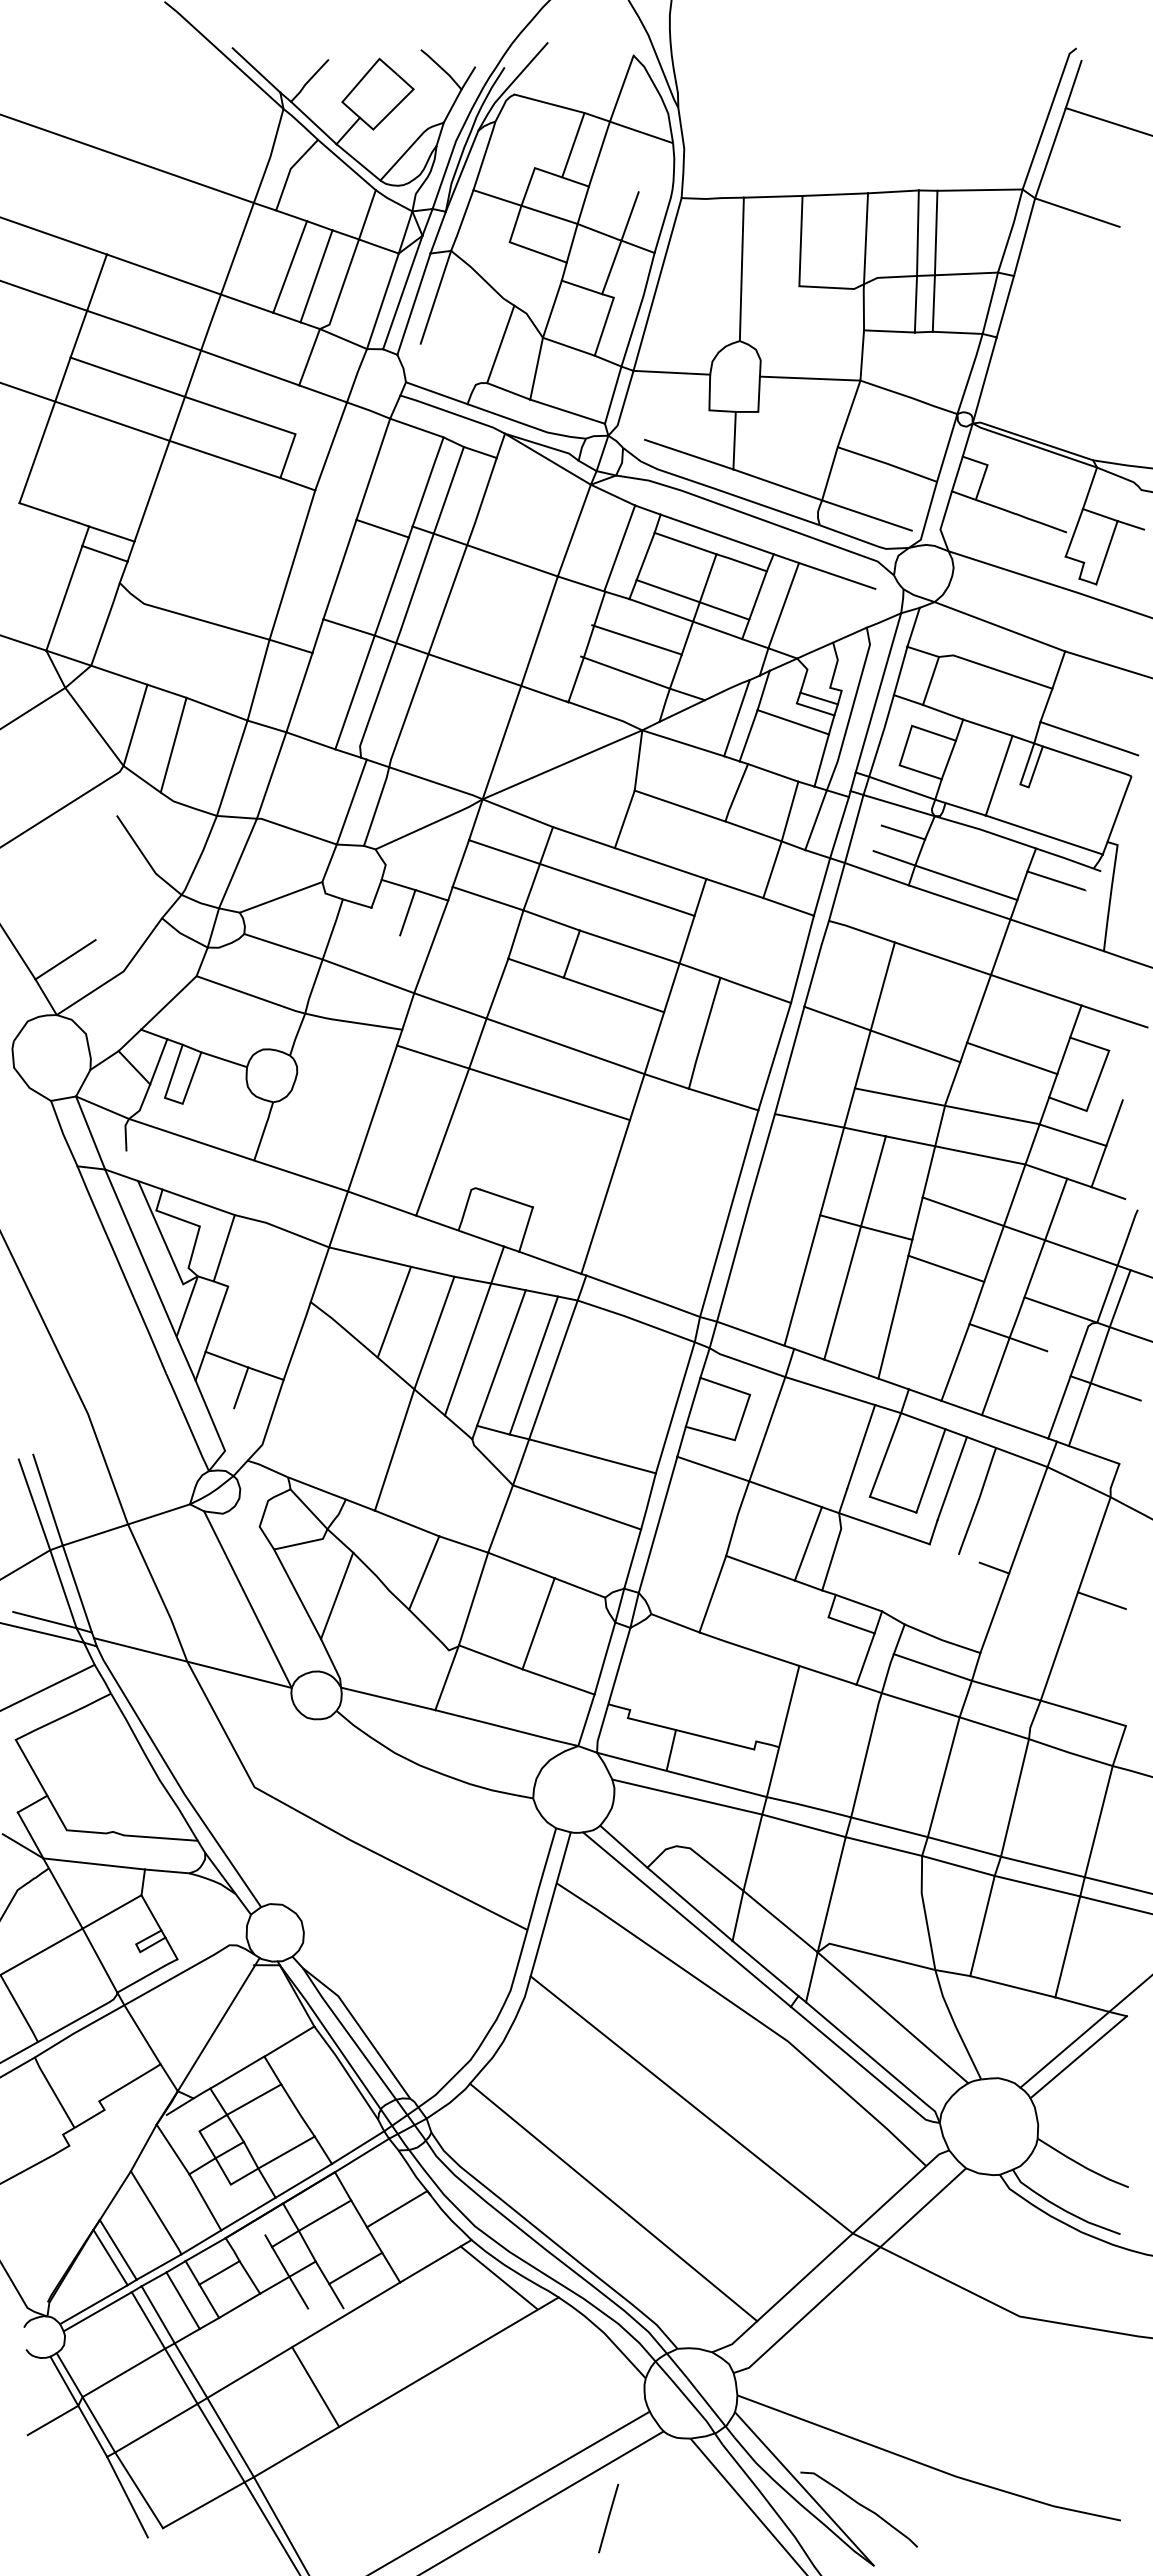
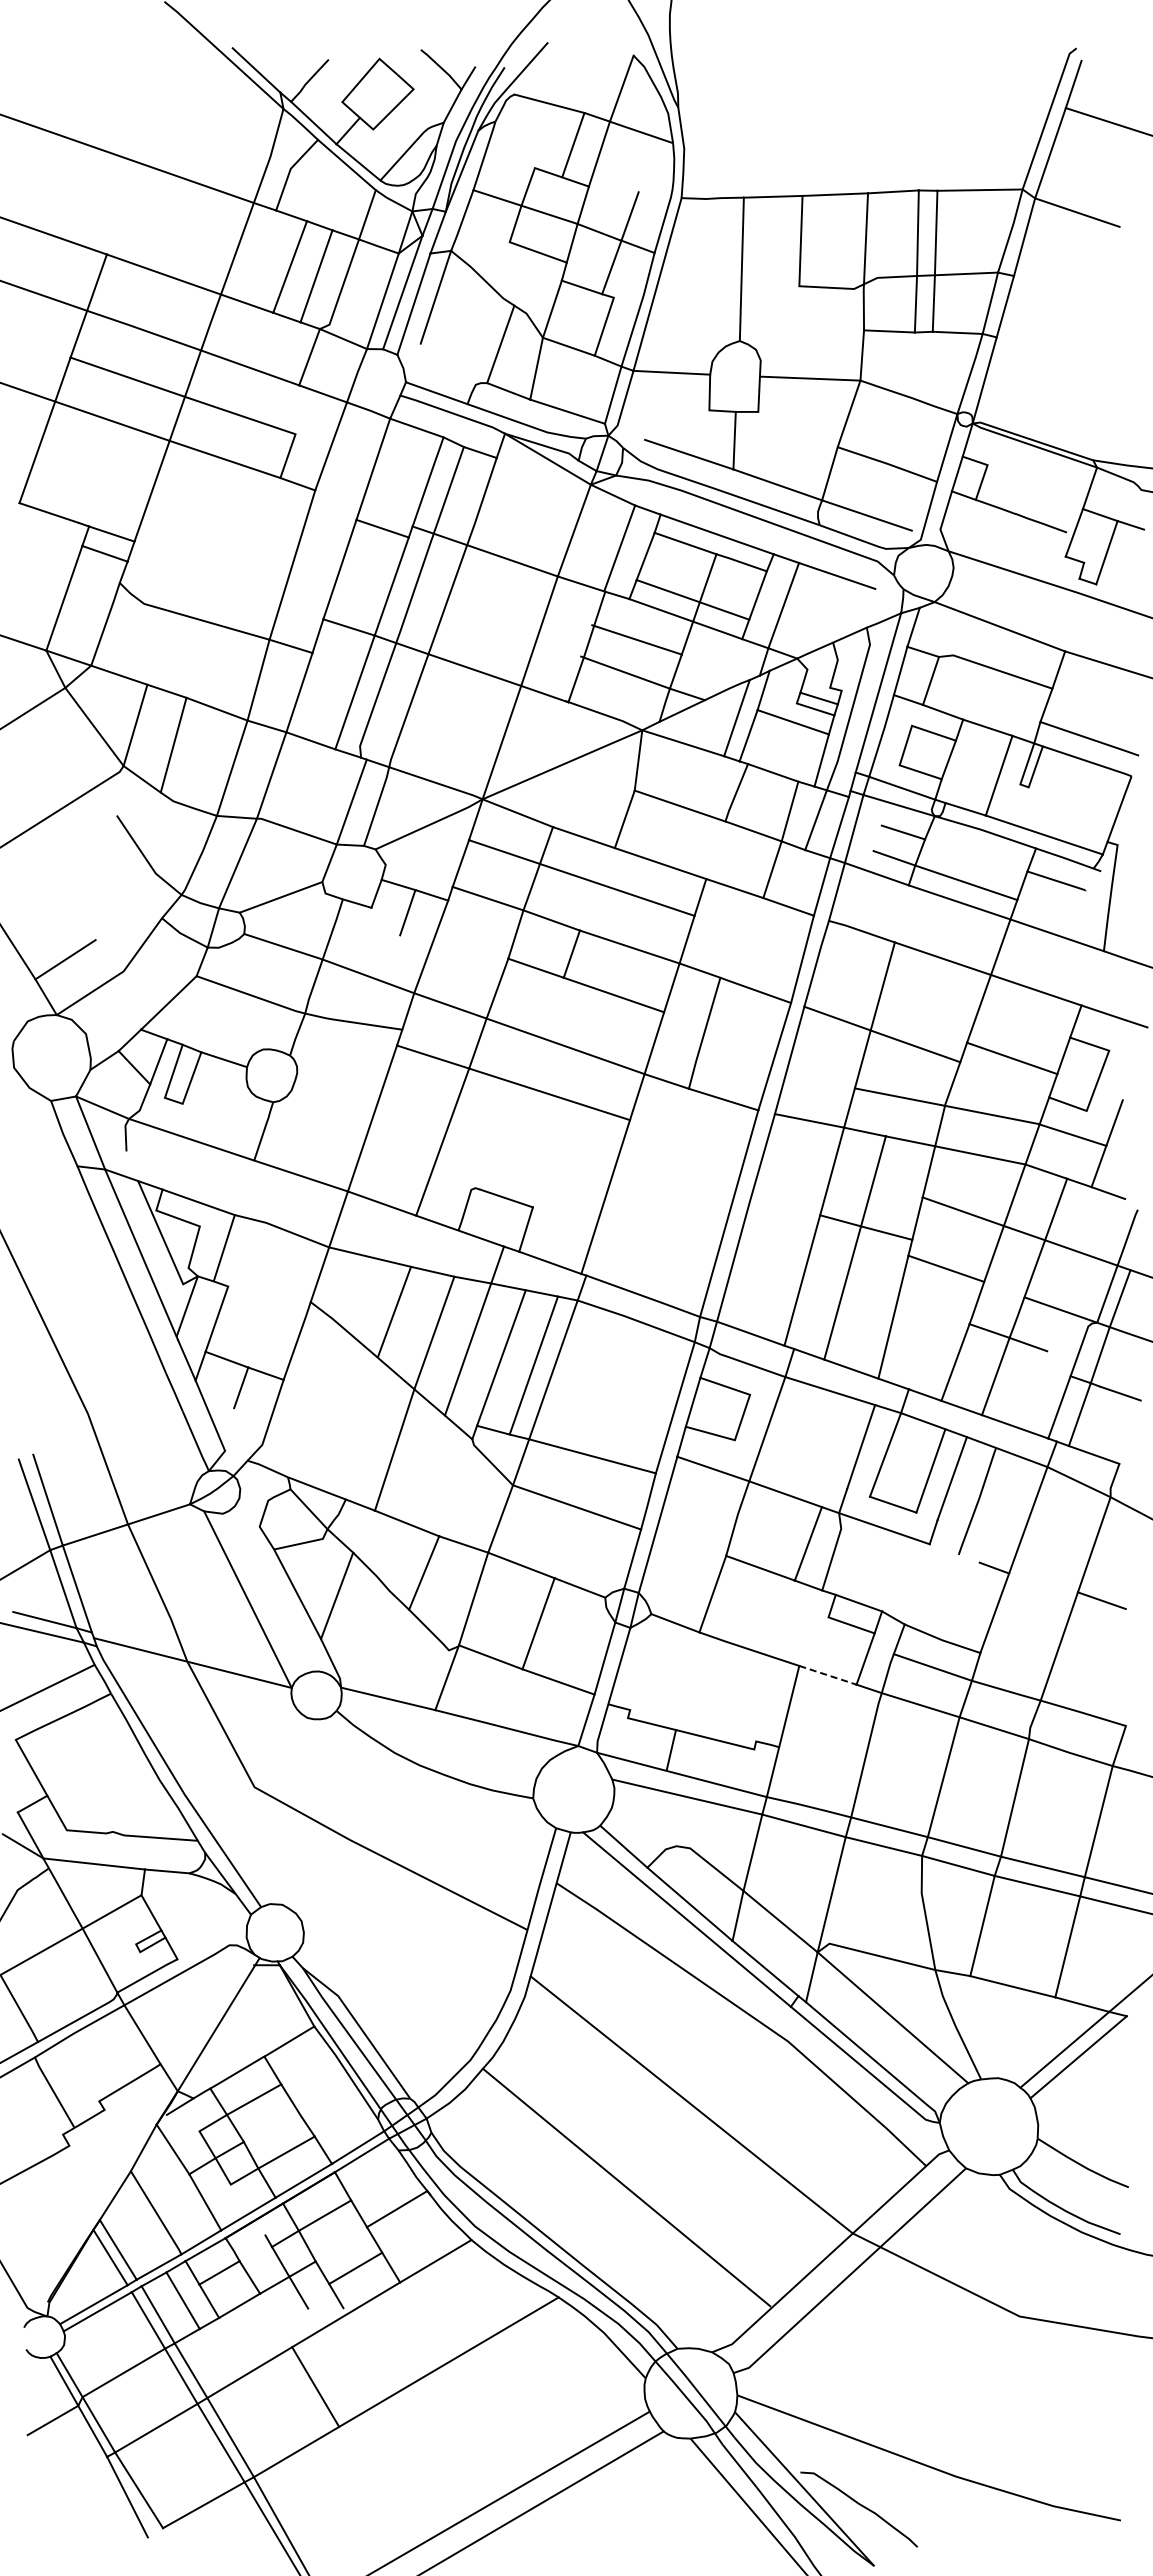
line at (828, 1675): solid -> dashed
line at (613, 2202) position: (613, 2202) -> (626, 2187)
line at (498, 2277): present -> none
line at (608, 2518): present -> none
